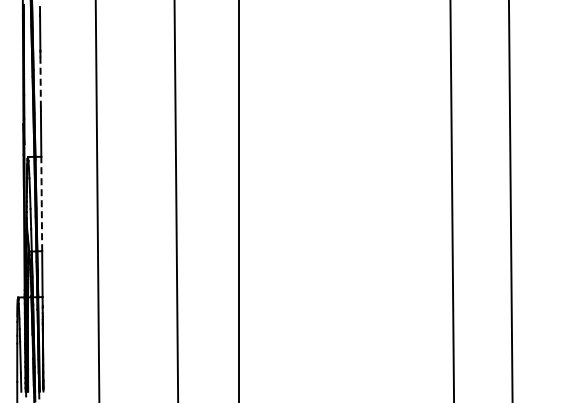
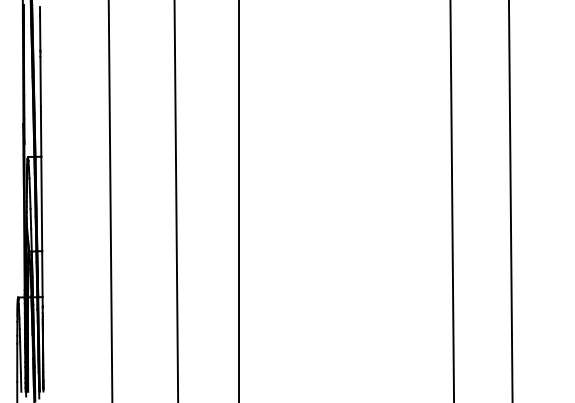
line at (40, 82): dashed -> solid
line at (97, 200) position: (97, 200) -> (110, 200)
line at (41, 203): dashed -> solid
